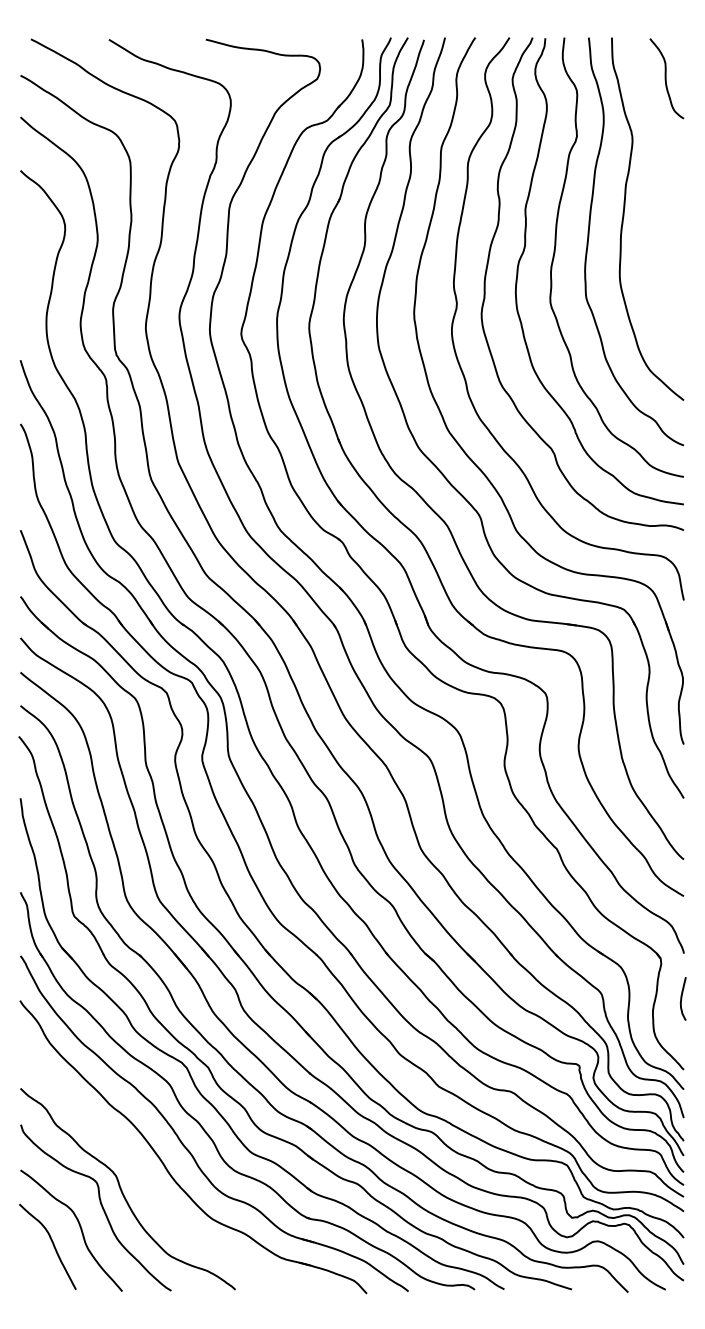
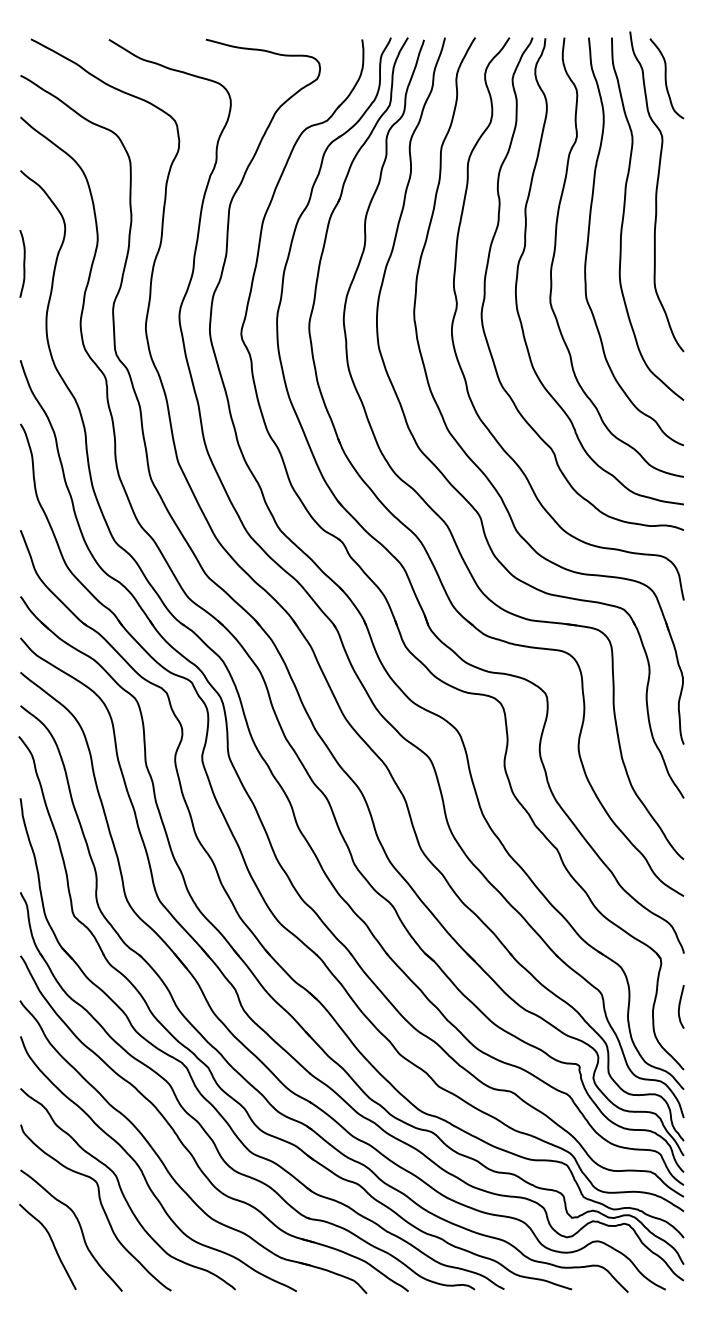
curve at (656, 191): none -> present
curve at (23, 263): none -> present
curve at (682, 998) position: (682, 998) -> (680, 1006)
curve at (143, 1172): none -> present
